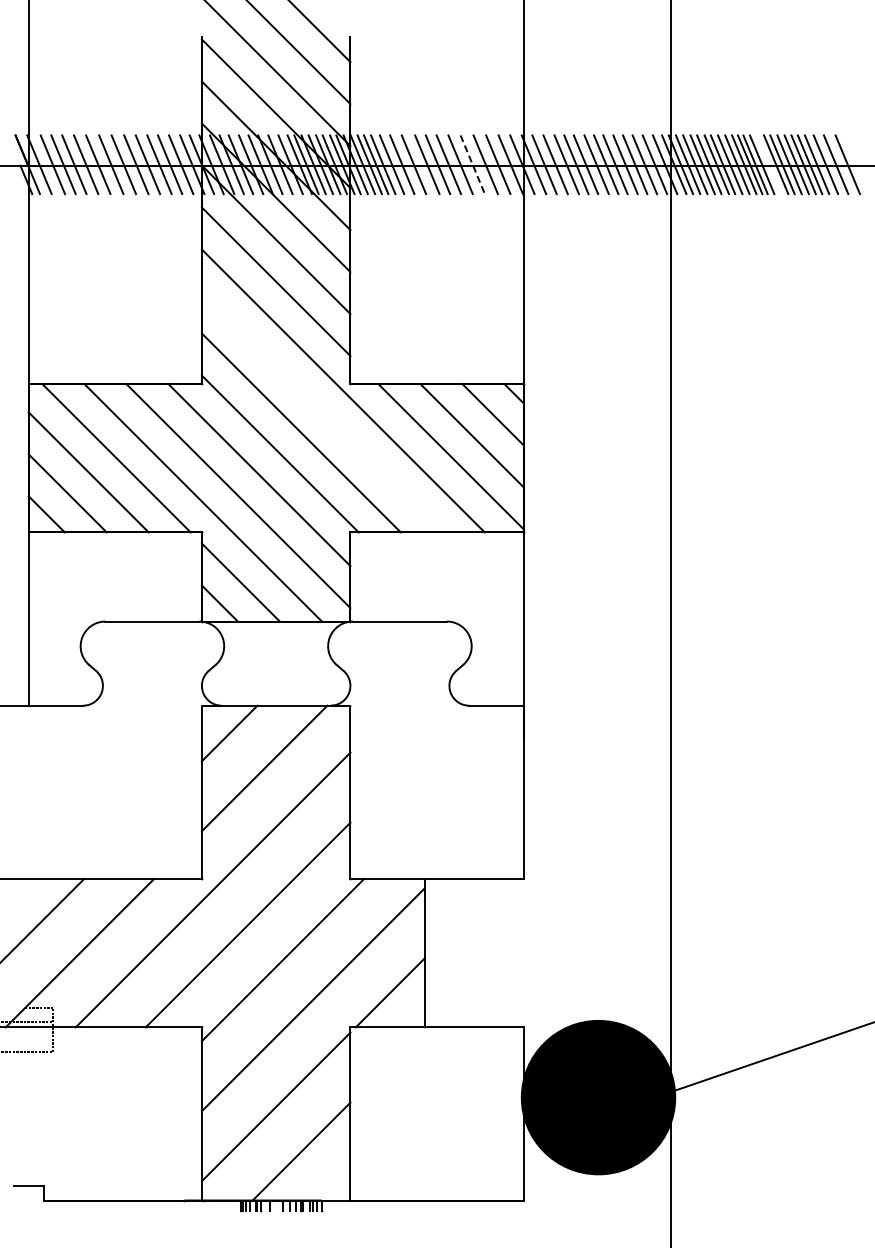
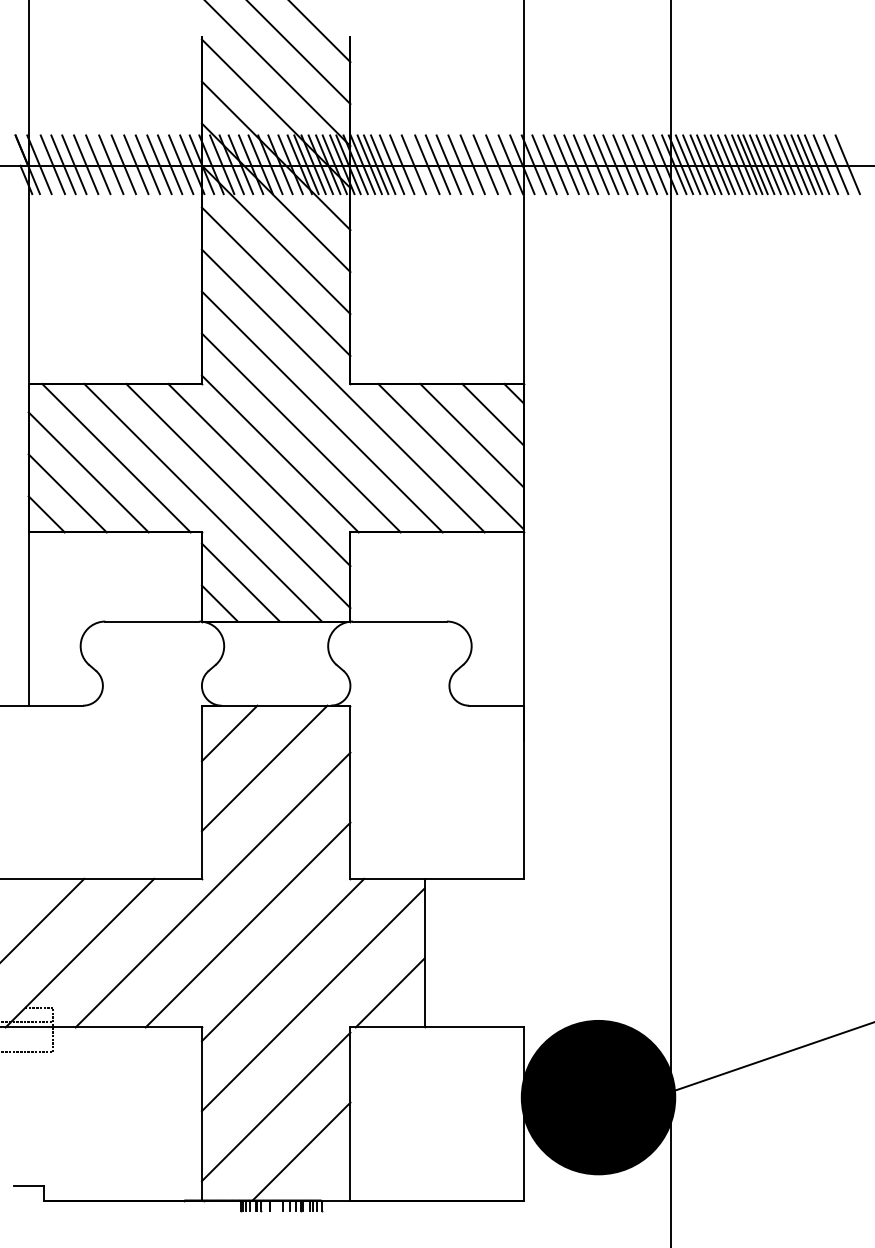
line at (472, 164): dashed -> solid
line at (768, 164): none -> present
line at (321, 411): none -> present
